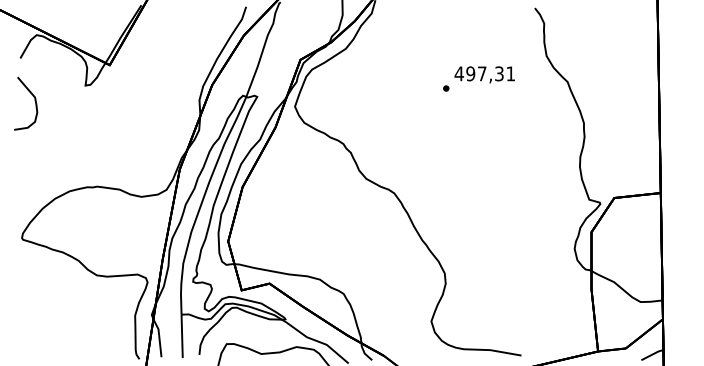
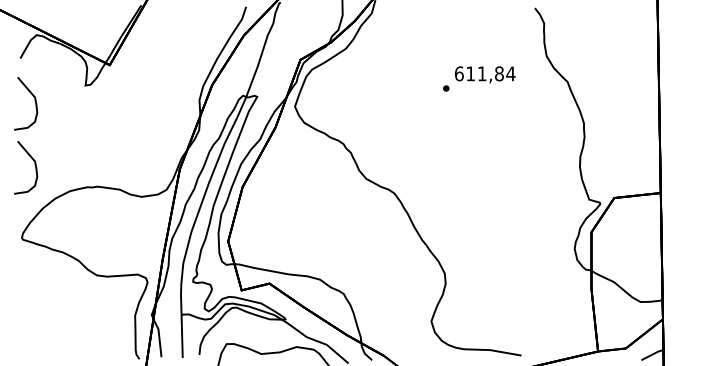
text at (484, 73): 497,31 -> 611,84
curve at (34, 165): none -> present
